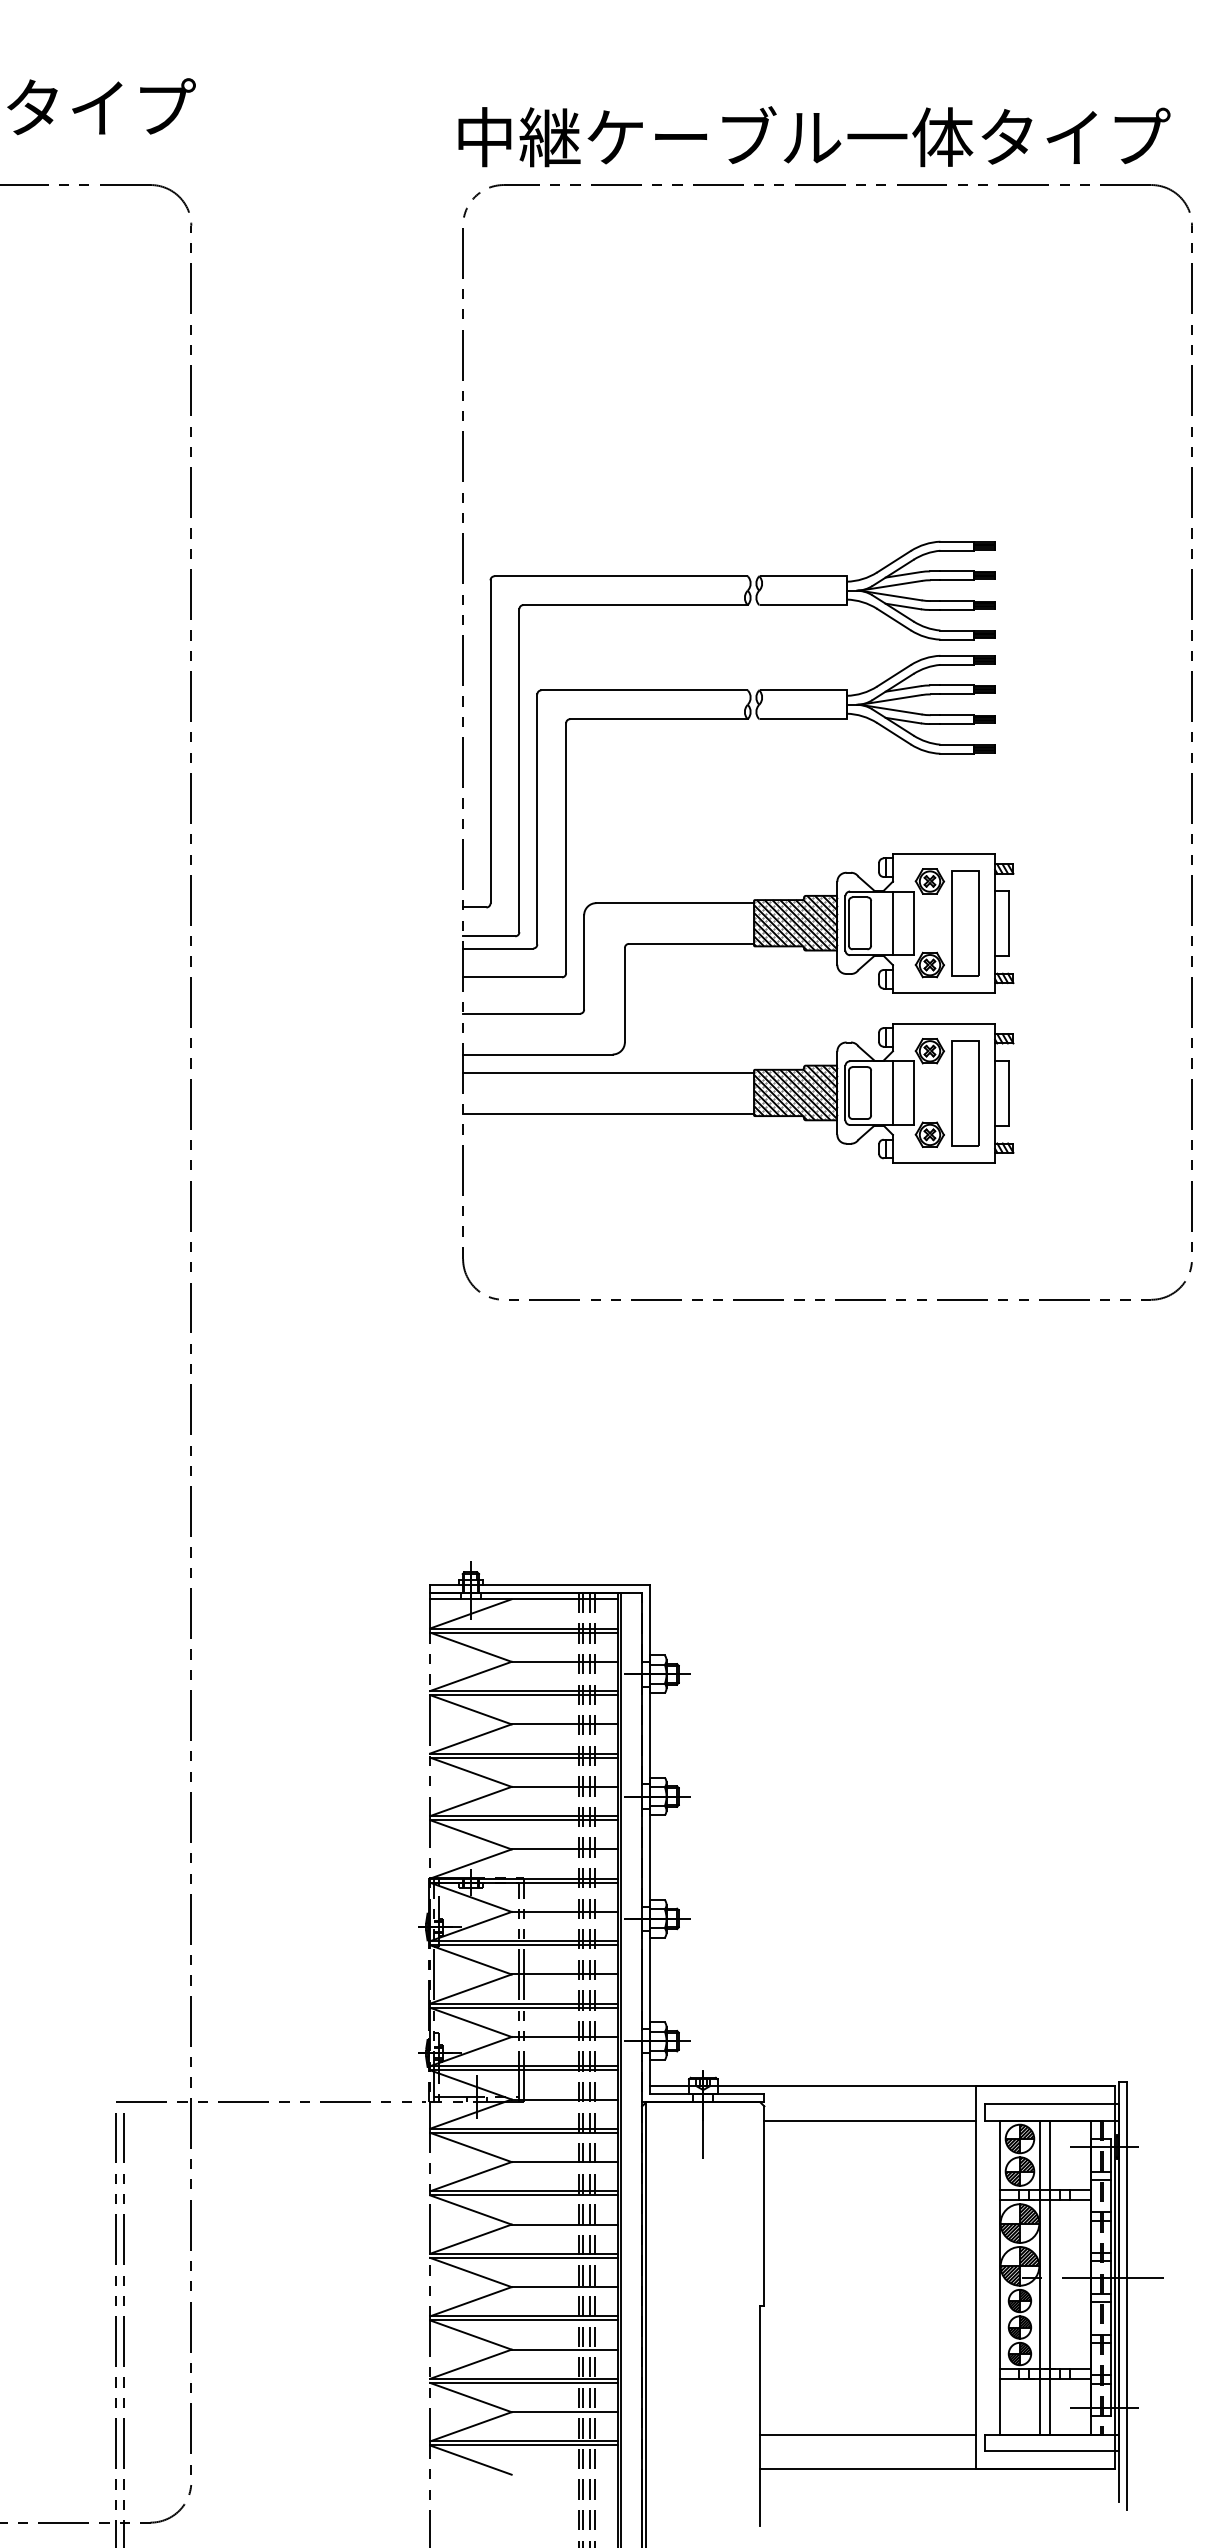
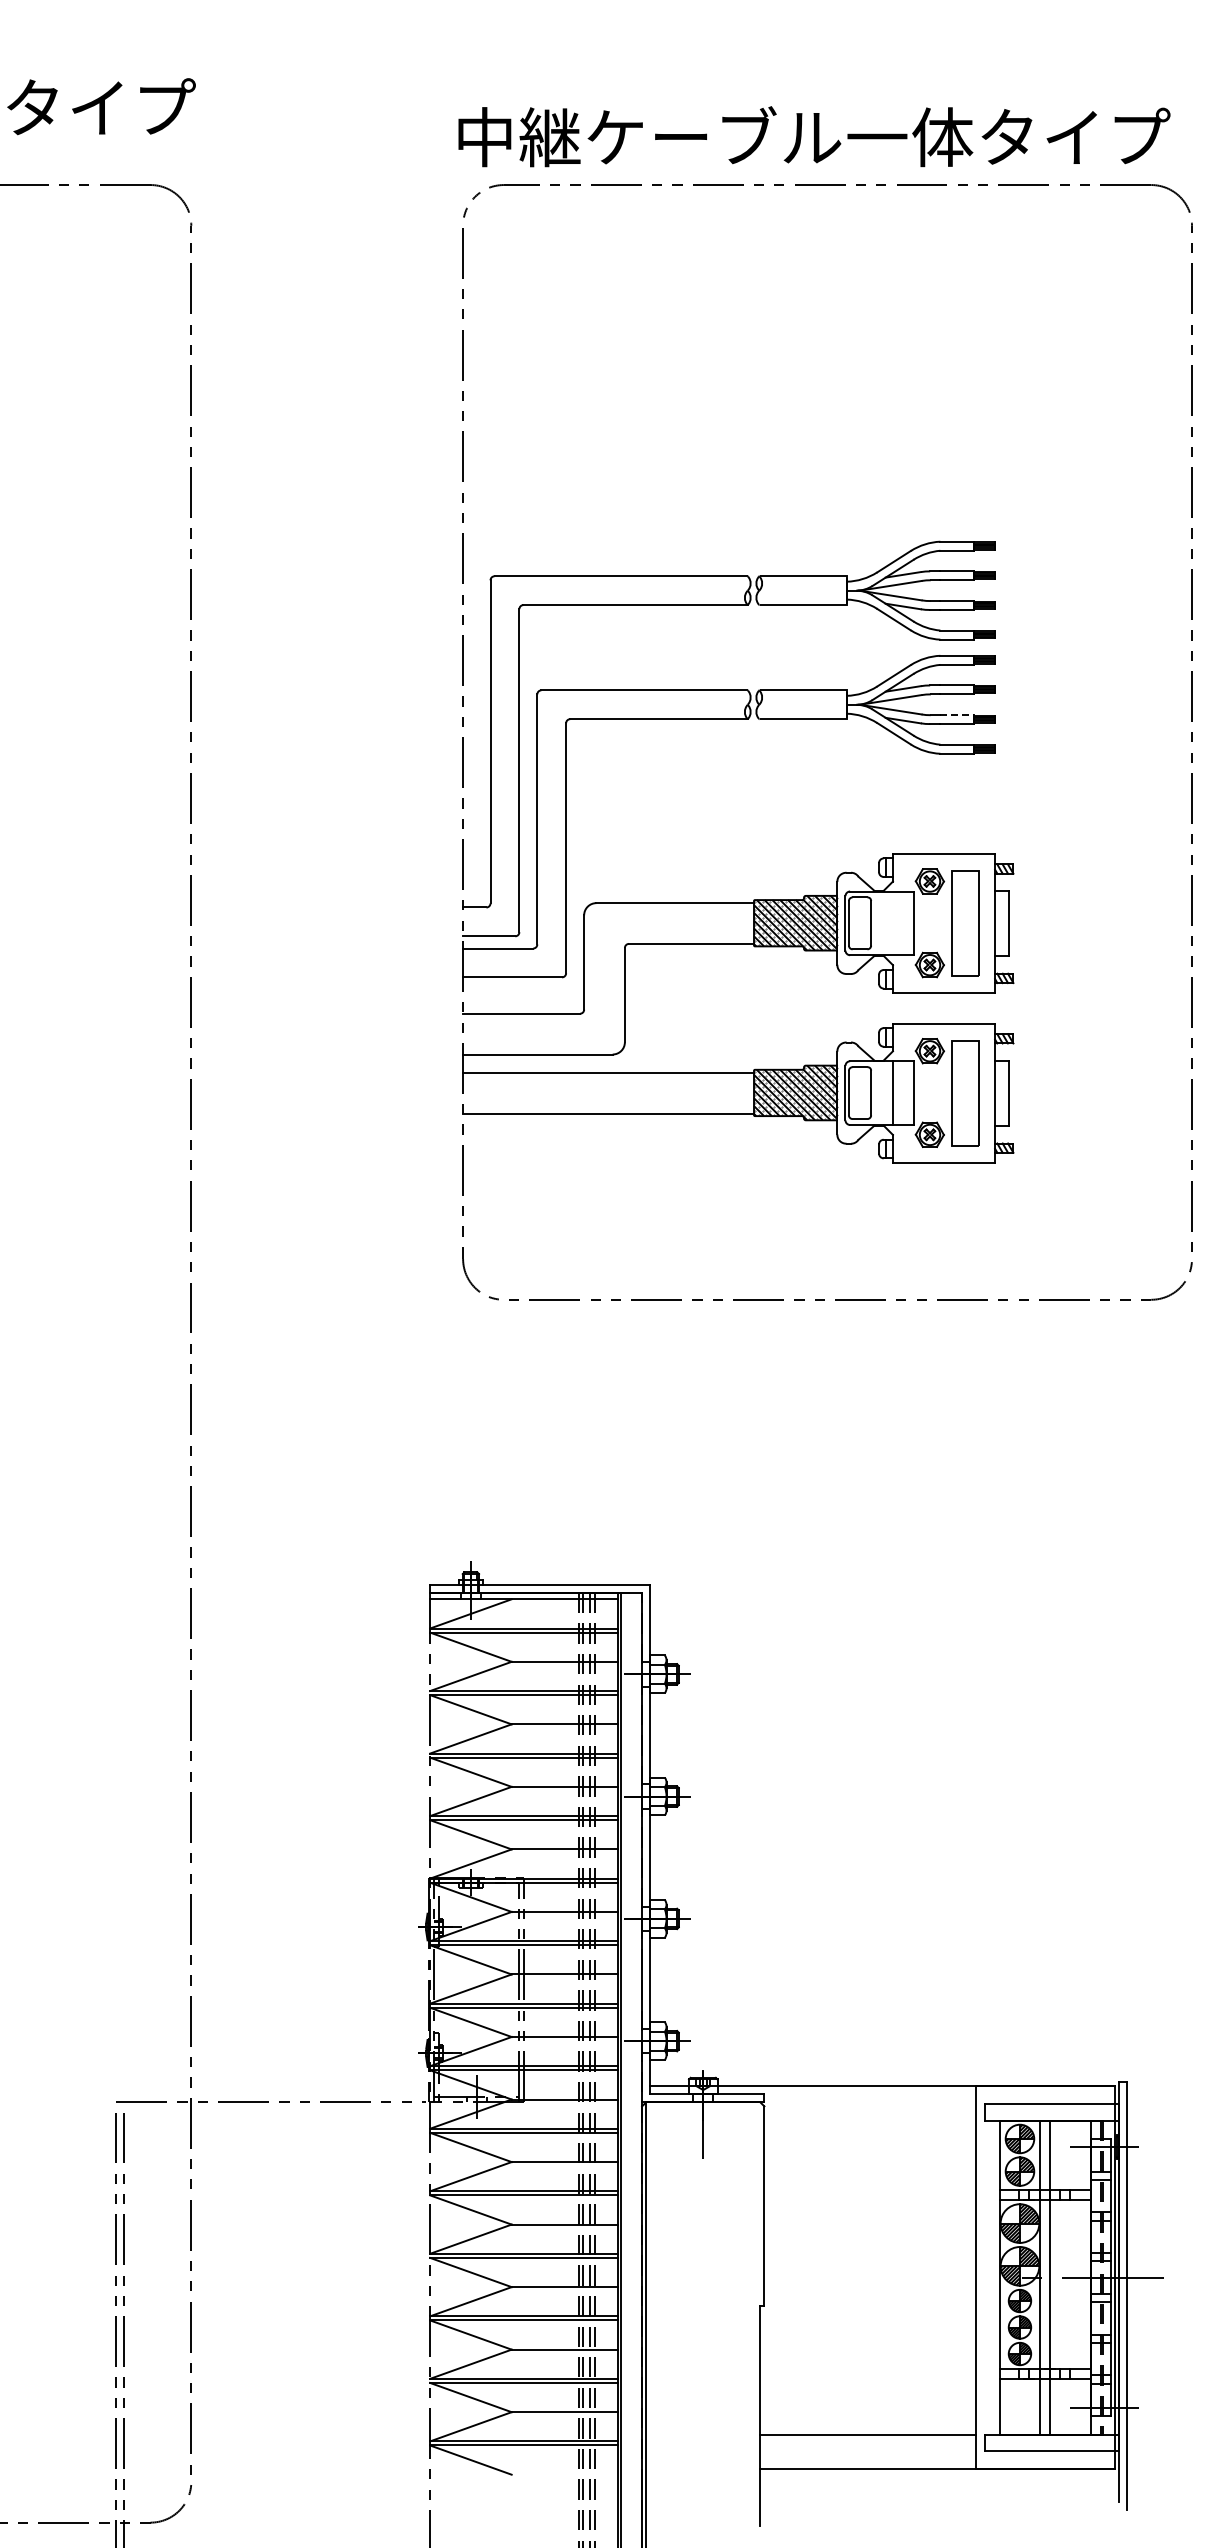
line at (957, 715): solid -> dashed
line at (892, 923): present -> none
line at (870, 2120): present -> none
